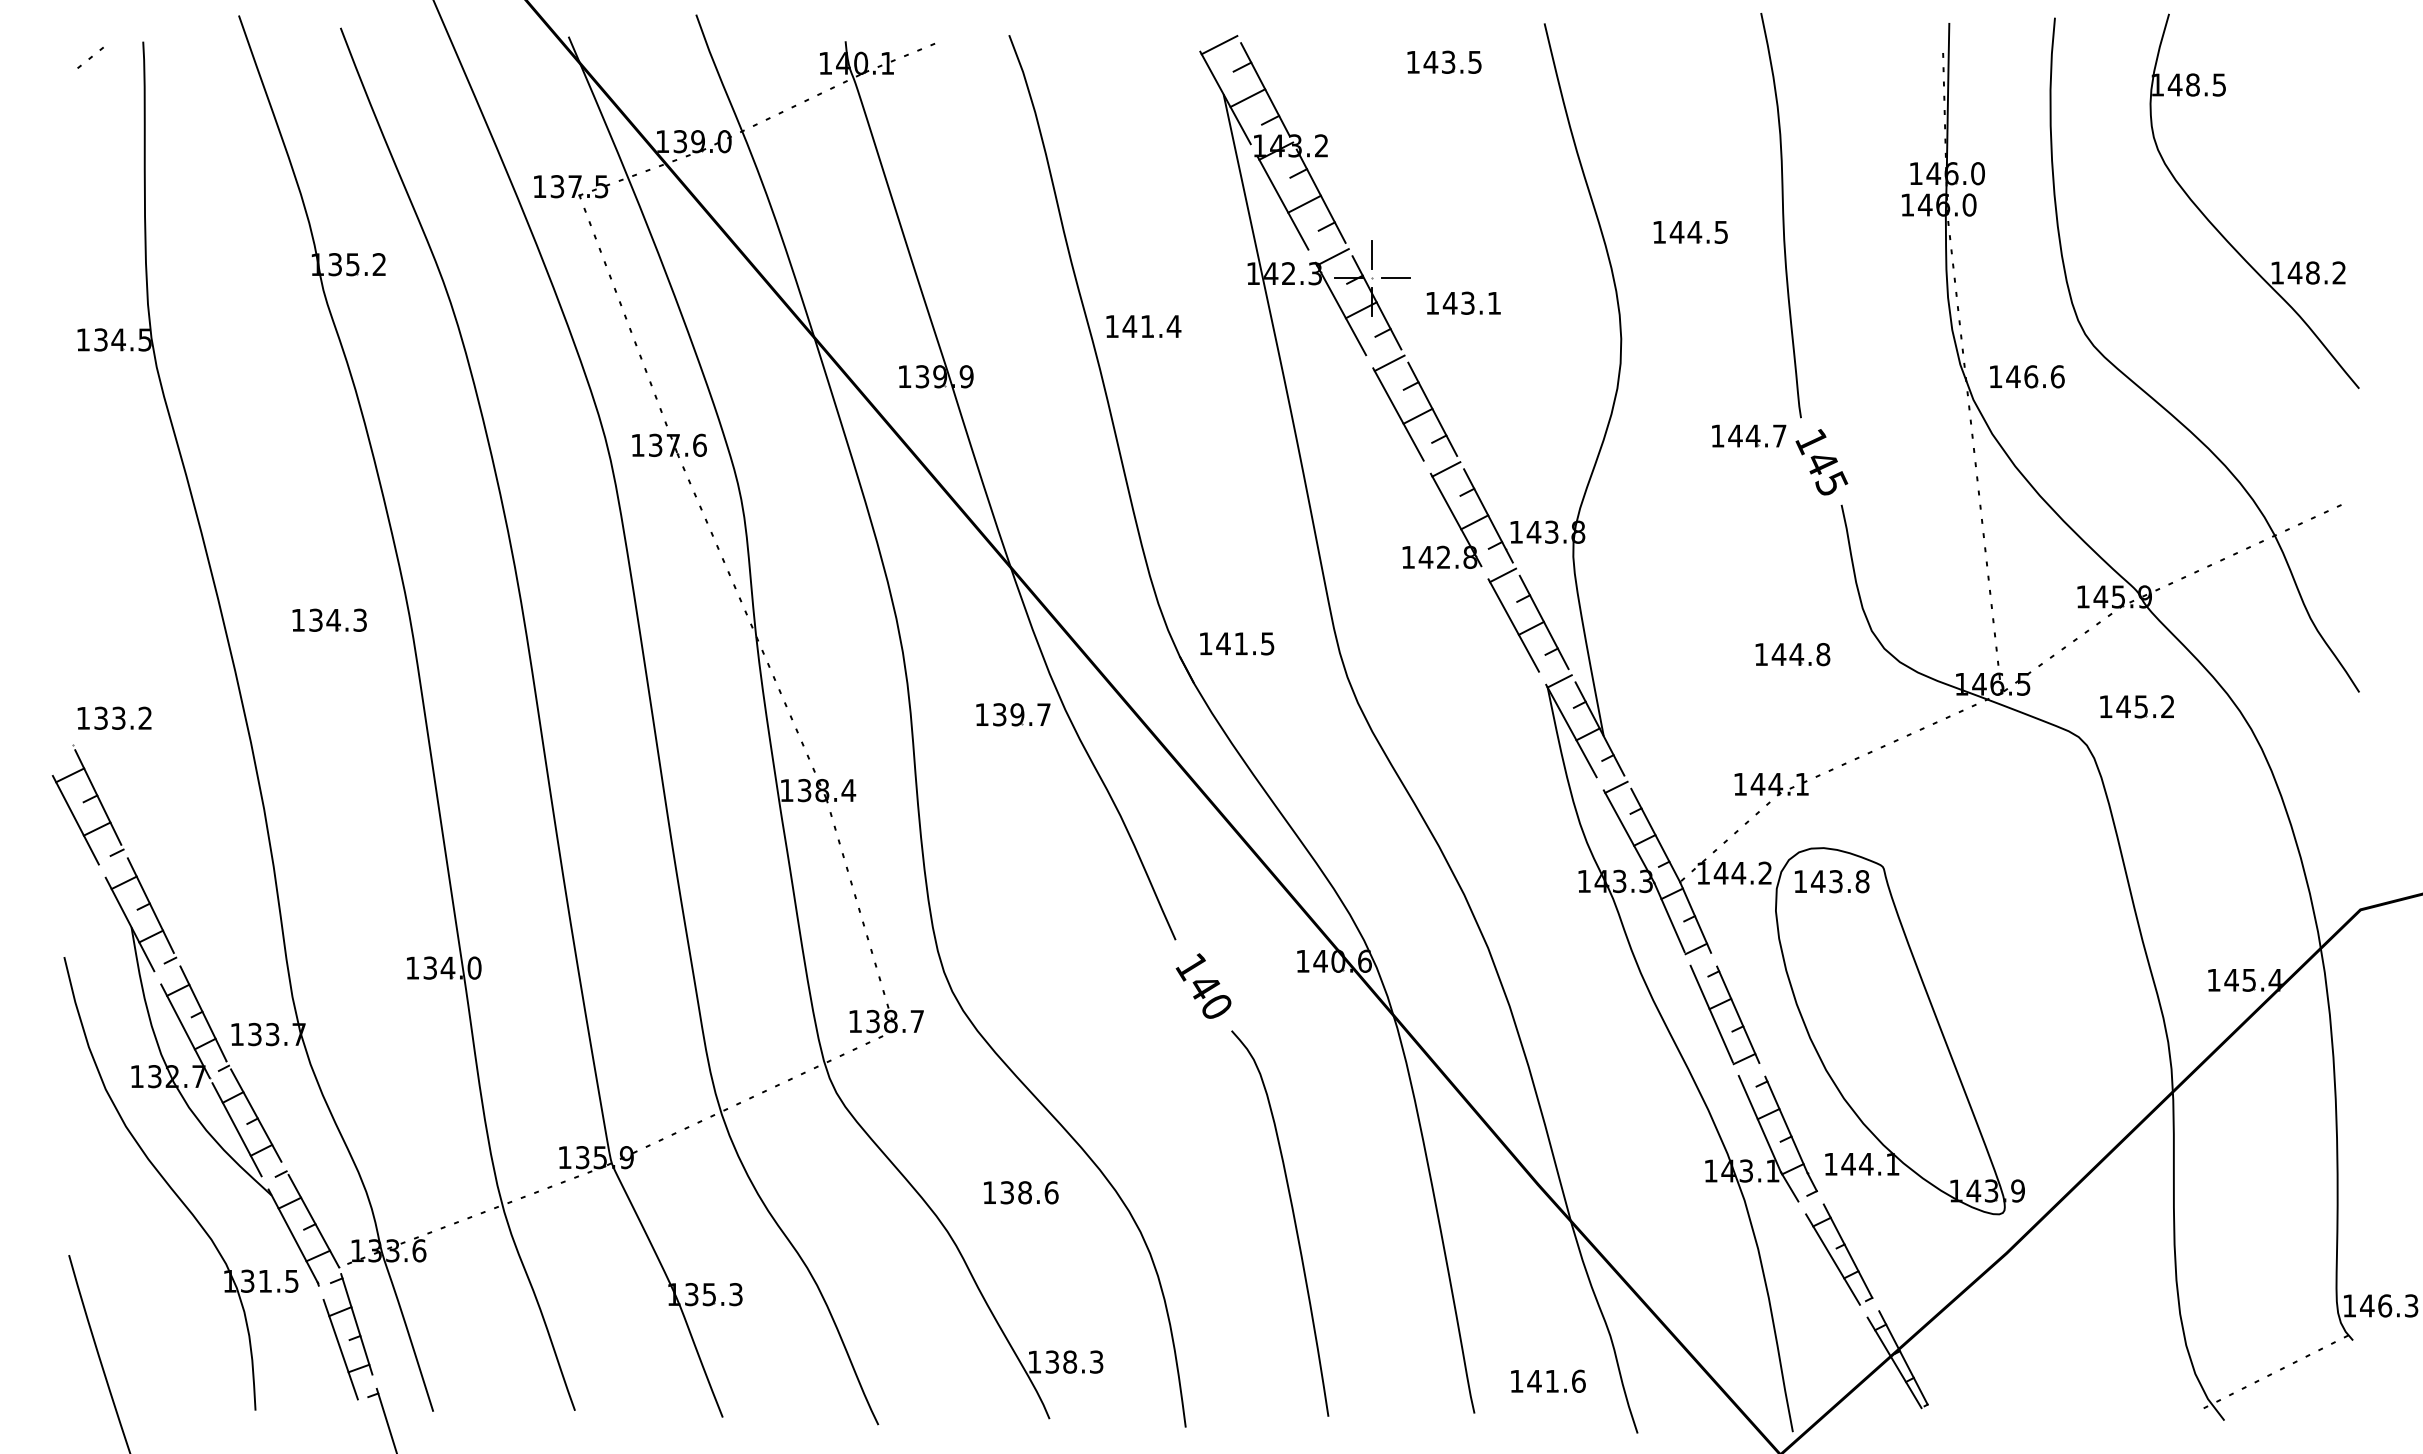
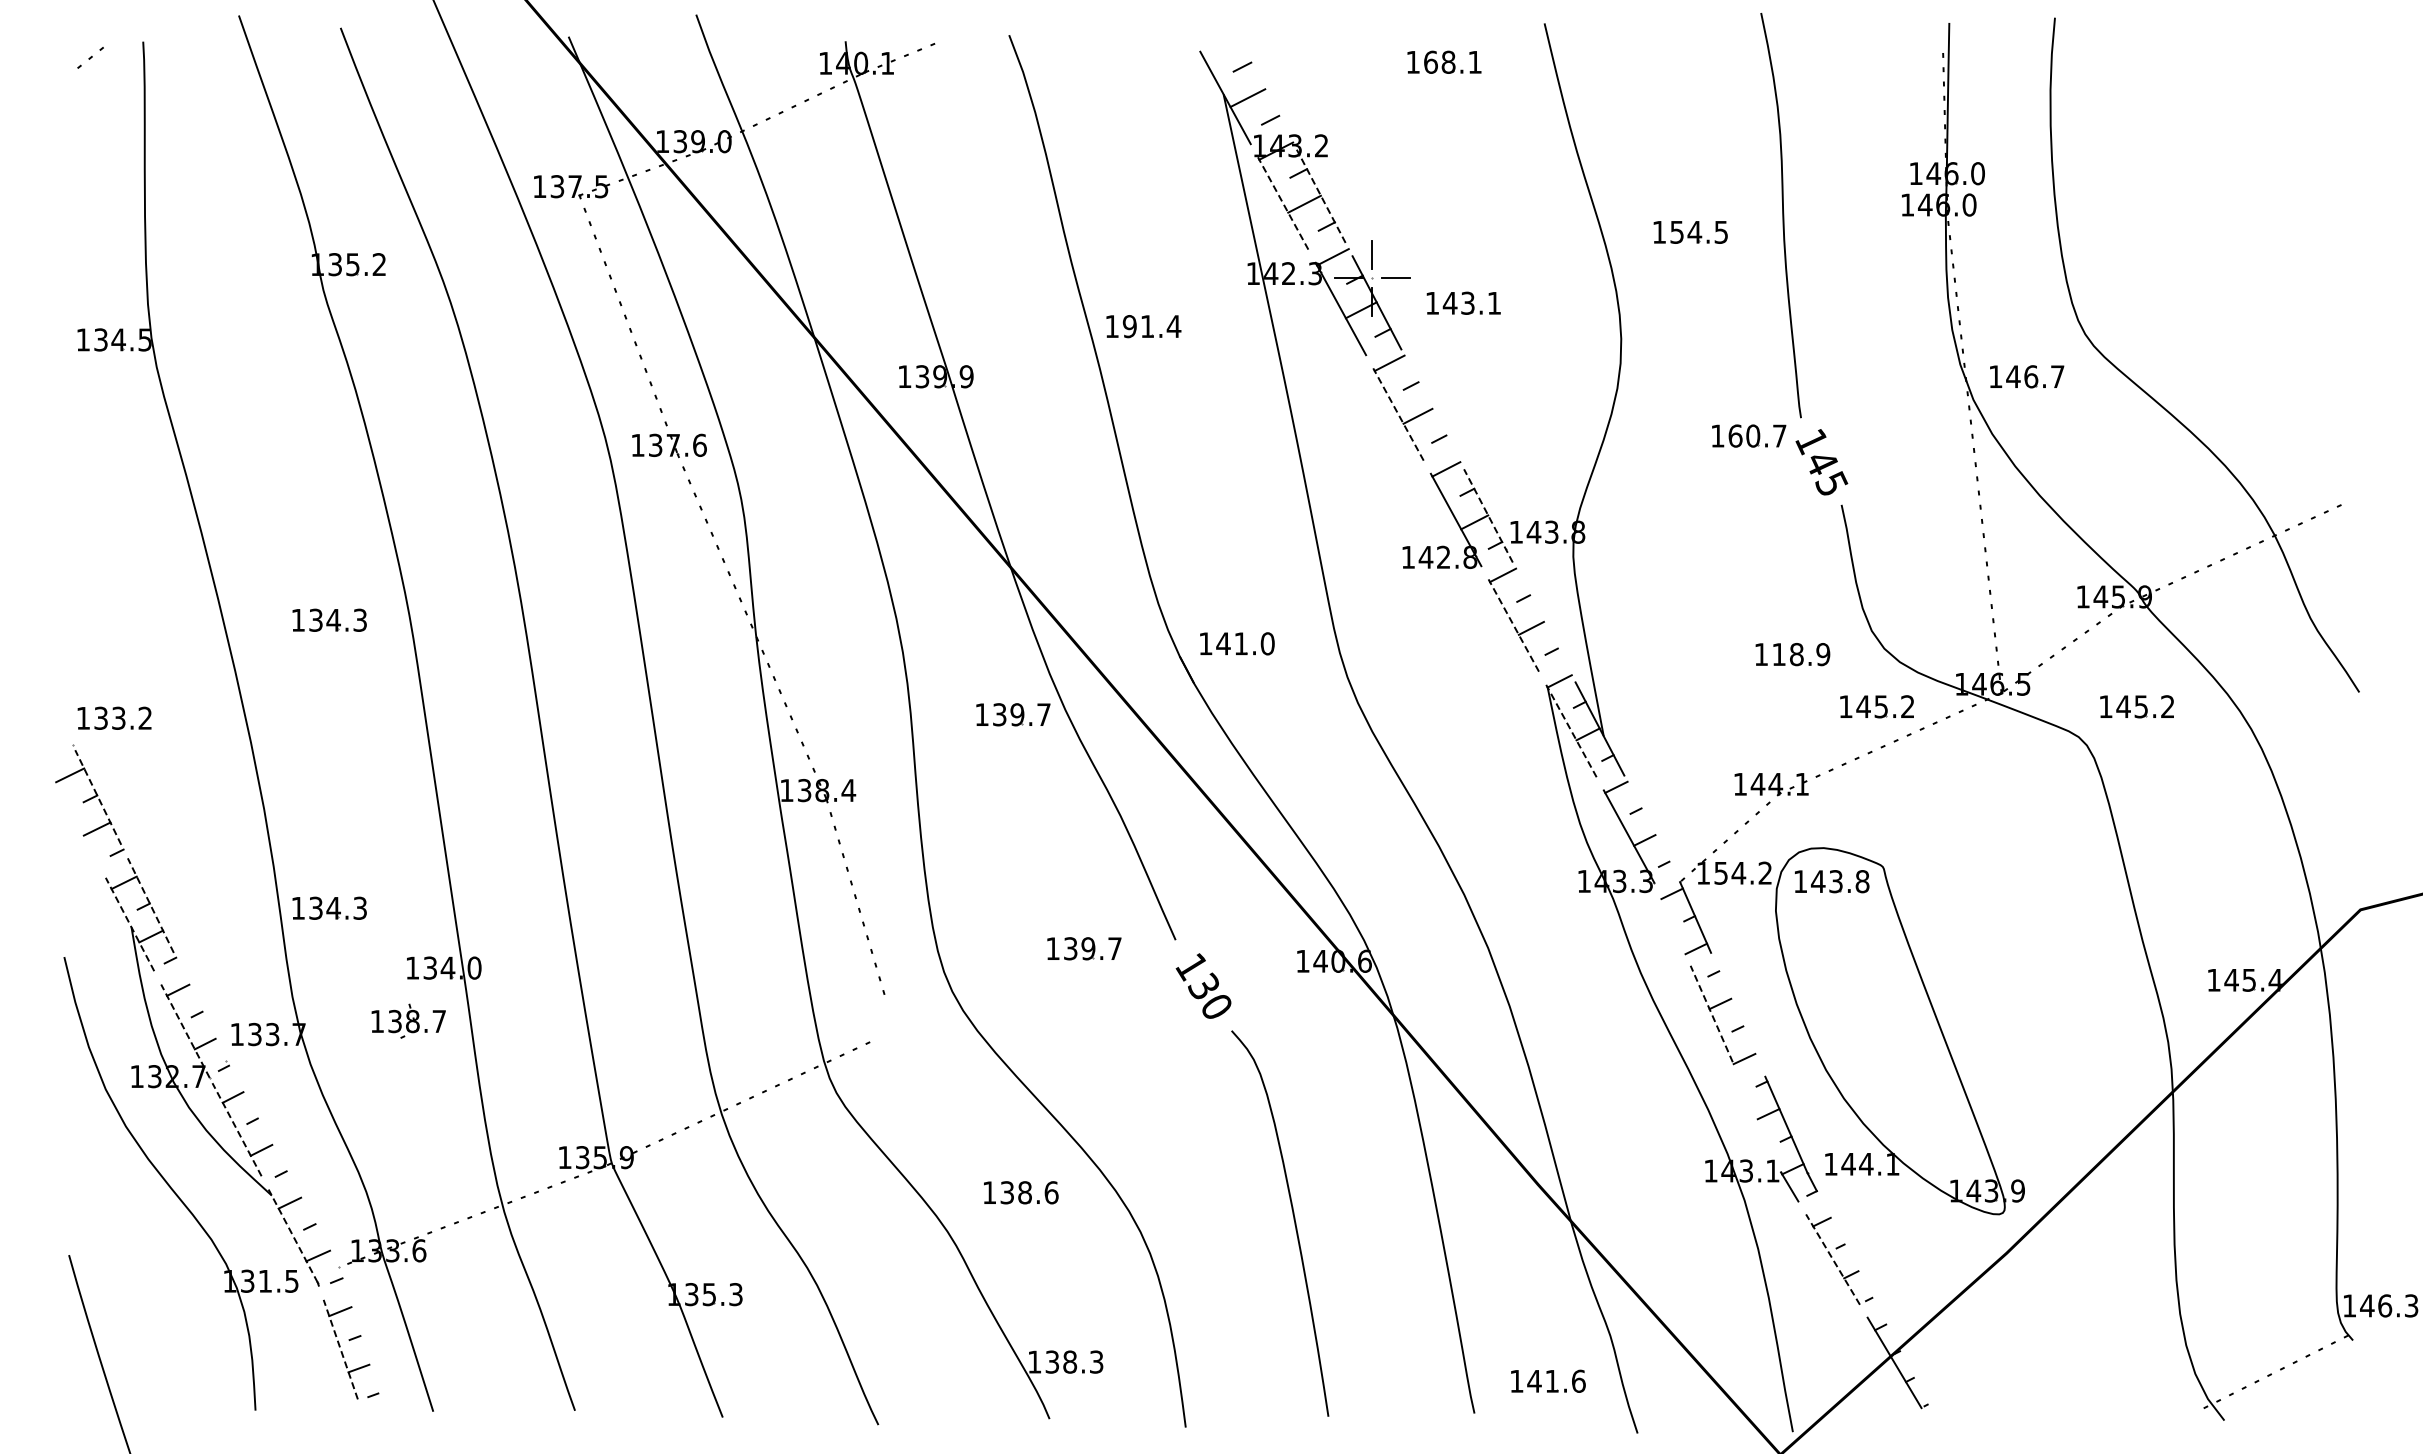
line at (1219, 45): present -> none
text at (1452, 61): 143.5 -> 168.1
line at (1265, 89): present -> none
line at (1321, 196): solid -> dashed
line at (1283, 203): solid -> dashed
part at (2217, 228): present -> none
text at (1676, 232): 144.5 -> 154.5
text at (1129, 326): 141.4 -> 191.4
text at (2057, 376): 146.6 -> 146.7
line at (1432, 408): present -> none
line at (1398, 414): solid -> dashed
text at (1744, 435): 144.7 -> 160.7
line at (1488, 515): solid -> dashed
line at (1543, 622): present -> none
line at (1513, 625): solid -> dashed
text at (1267, 643): 141.5 -> 141.0
text at (1800, 654): 144.8 -> 118.9
part at (1876, 706): none -> present
line at (1571, 731): solid -> dashed
line at (98, 797): solid -> dashed
line at (75, 819): present -> none
line at (1655, 835): present -> none
text at (1720, 873): 144.2 -> 154.2
line at (150, 905): solid -> dashed
part at (329, 907): none -> present
line at (1669, 917): present -> none
line at (130, 924): solid -> dashed
part at (1084, 948): none -> present
text at (1204, 985): 140 -> 130
line at (203, 1013): present -> none
line at (1711, 1013): solid -> dashed
line at (1738, 1014): present -> none
part at (886, 1020) position: (886, 1020) -> (408, 1020)
line at (185, 1031): solid -> dashed
line at (256, 1115): present -> none
line at (1759, 1123): present -> none
line at (237, 1129): solid -> dashed
line at (313, 1220): present -> none
line at (293, 1236): solid -> dashed
line at (1847, 1250): present -> none
line at (1833, 1259): solid -> dashed
line at (356, 1324): present -> none
line at (340, 1349): solid -> dashed
line at (1903, 1357): present -> none
line at (385, 1419): present -> none
